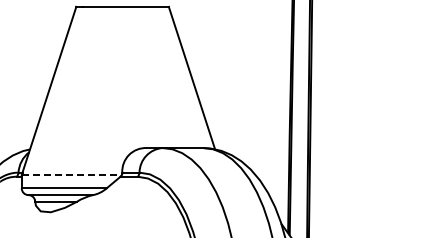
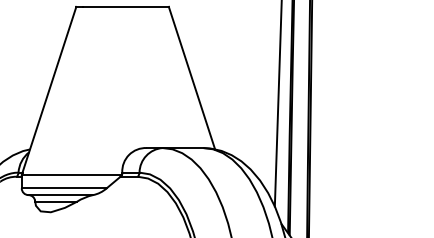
line at (277, 104): none -> present
line at (72, 174): dashed -> solid
